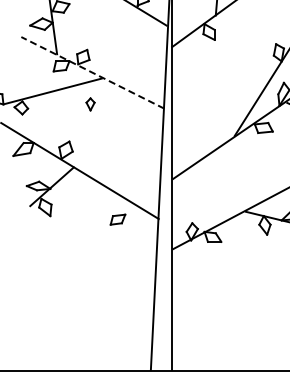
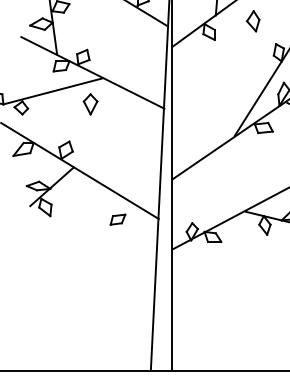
part at (252, 21): none -> present
line at (92, 72): dashed -> solid
part at (90, 104) size: 11x15 px -> 17x23 px
